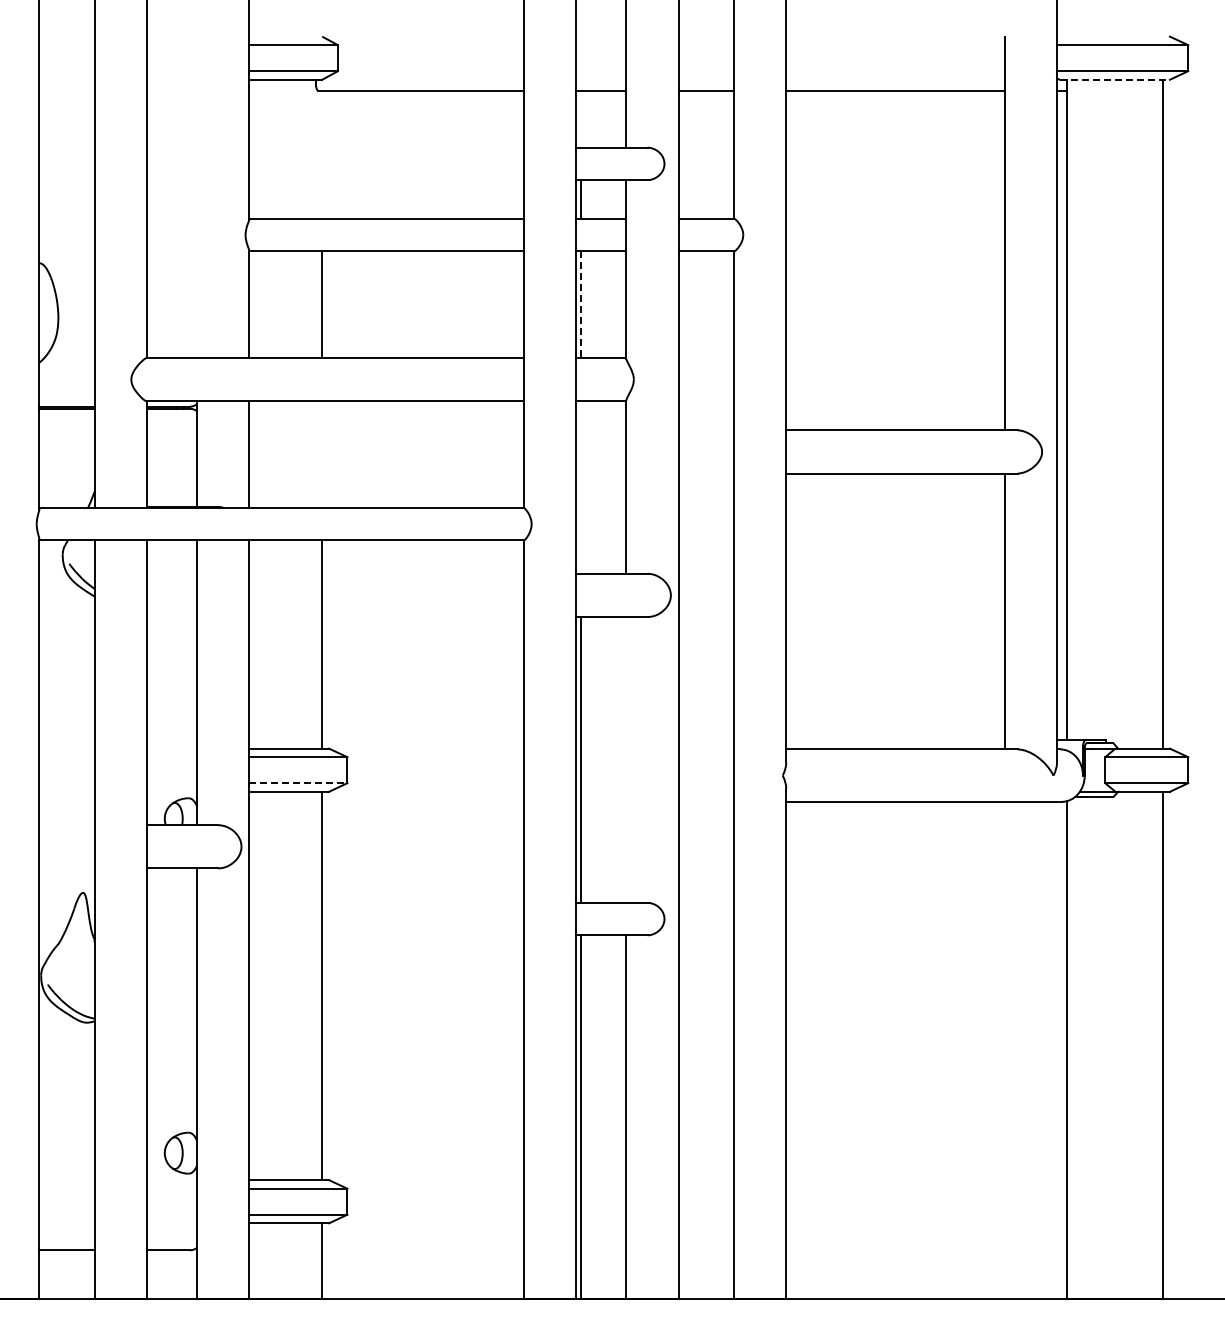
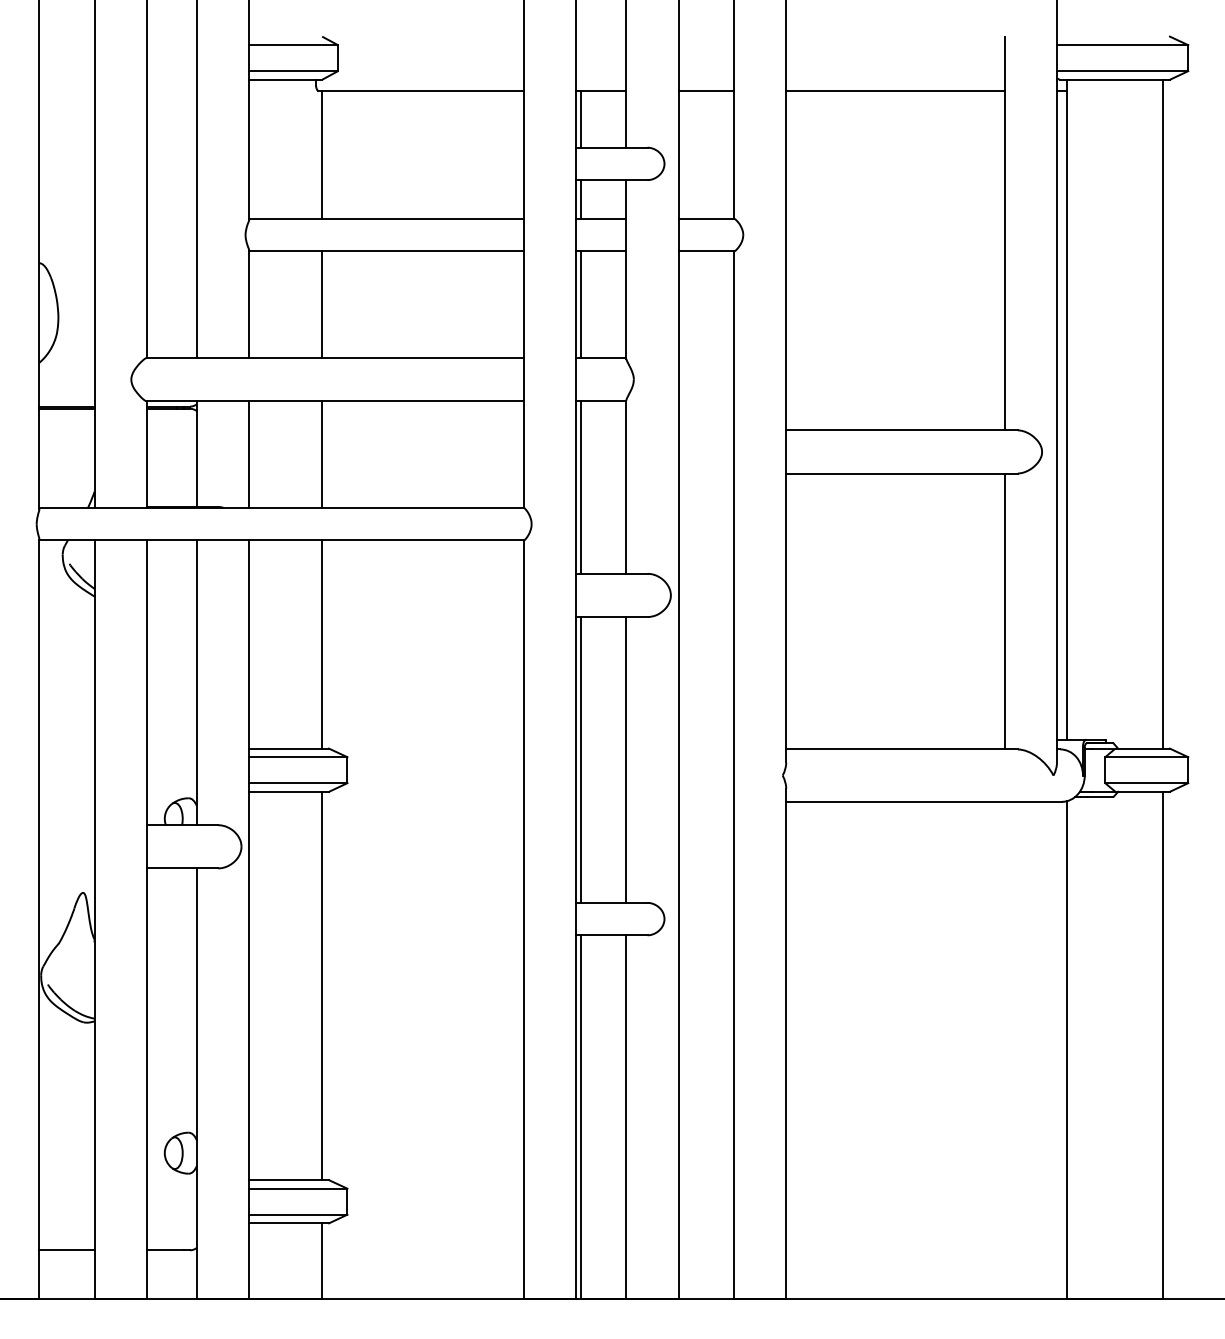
line at (1115, 79): dashed -> solid
line at (581, 118): none -> present
line at (322, 154): none -> present
line at (196, 180): none -> present
line at (581, 305): dashed -> solid
line at (322, 454): none -> present
line at (581, 487): none -> present
line at (626, 759): none -> present
line at (298, 783): dashed -> solid
